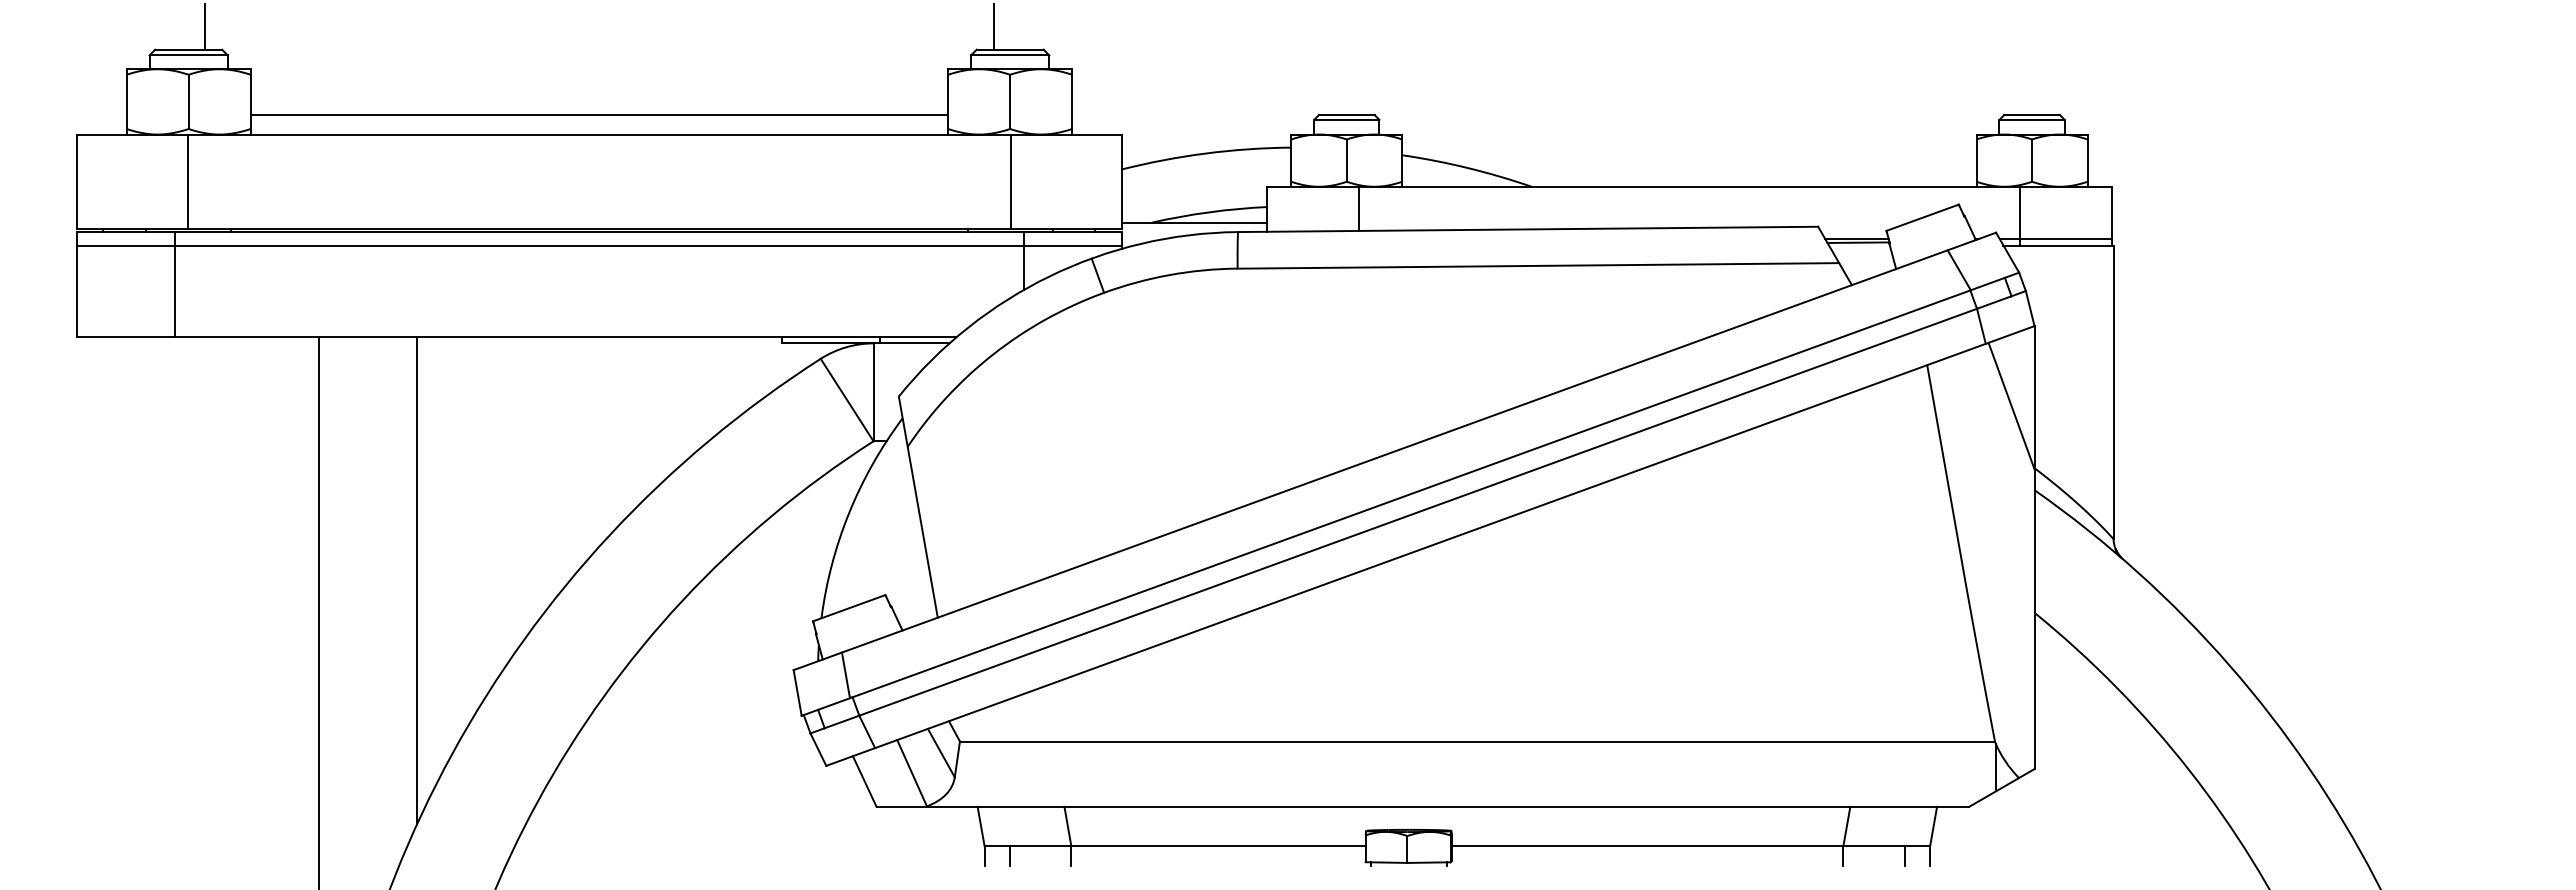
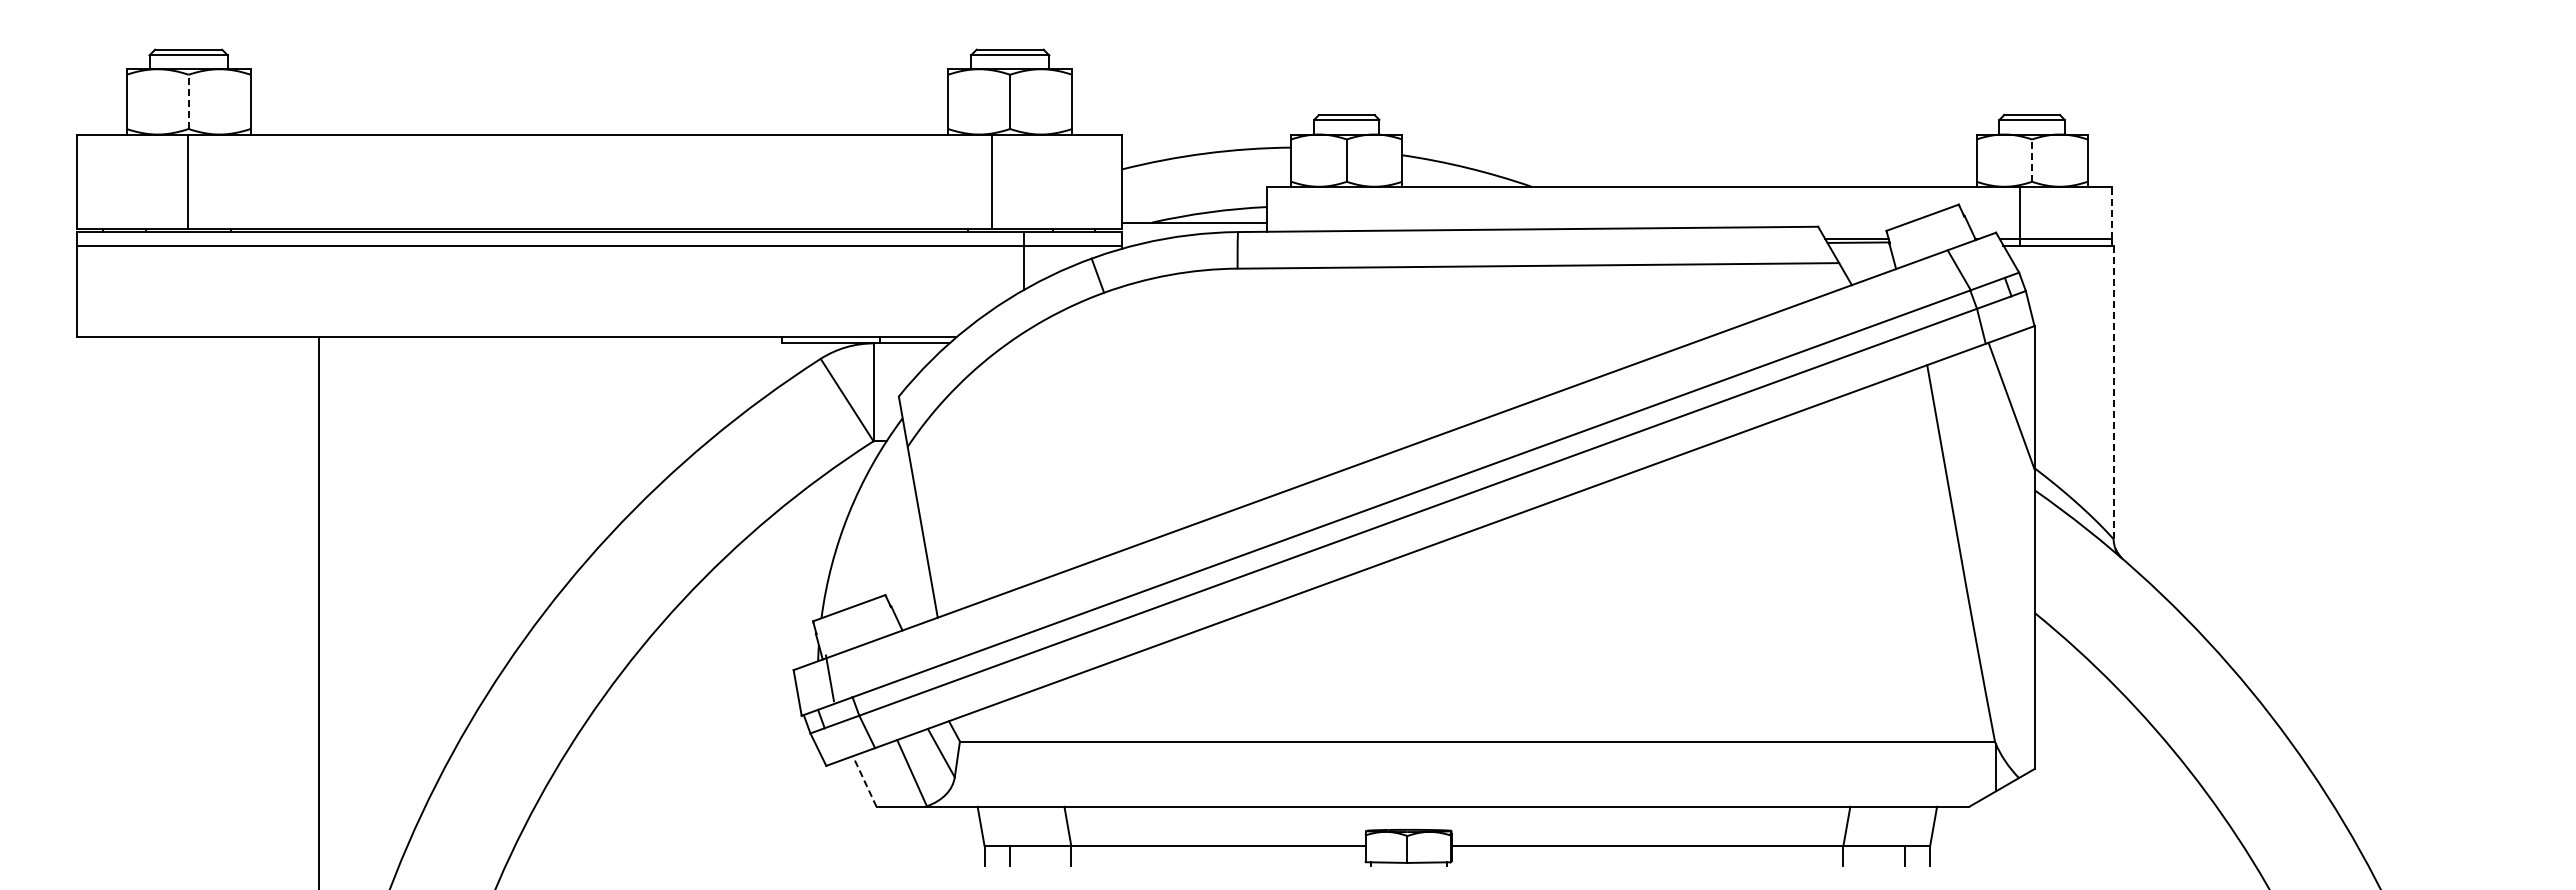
line at (204, 26): present -> none
line at (994, 26): present -> none
line at (188, 101): solid -> dashed
line at (599, 114): present -> none
line at (2032, 160): solid -> dashed
line at (1010, 181) position: (1010, 181) -> (991, 181)
line at (1358, 208): present -> none
line at (2111, 212): solid -> dashed
line at (175, 284): present -> none
line at (2113, 392): solid -> dashed
line at (416, 580): present -> none
line at (845, 675) position: (845, 675) -> (829, 678)
line at (864, 781): solid -> dashed
